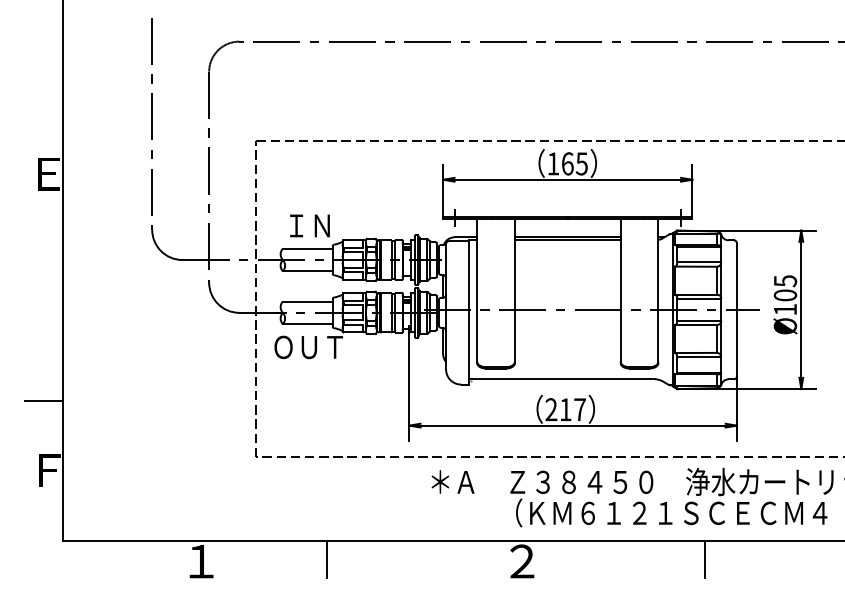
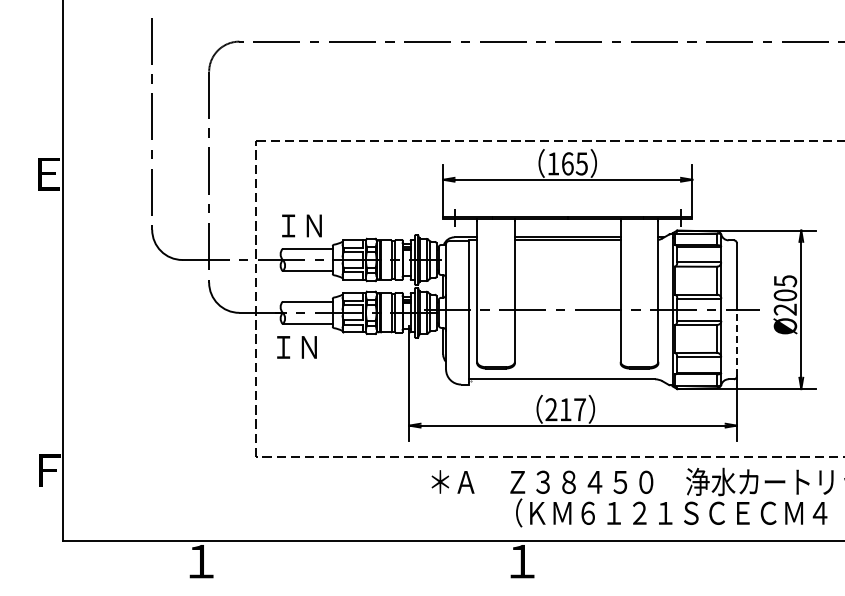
text at (309, 225) position: (309, 225) -> (301, 225)
text at (784, 309): Ø105 -> Ø205
line at (736, 342): solid -> dashed
text at (308, 347): ＯＵＴ -> ＩＮ
line at (44, 400): present -> none
line at (327, 559): present -> none
line at (704, 559): present -> none
text at (522, 560): ２ -> １
